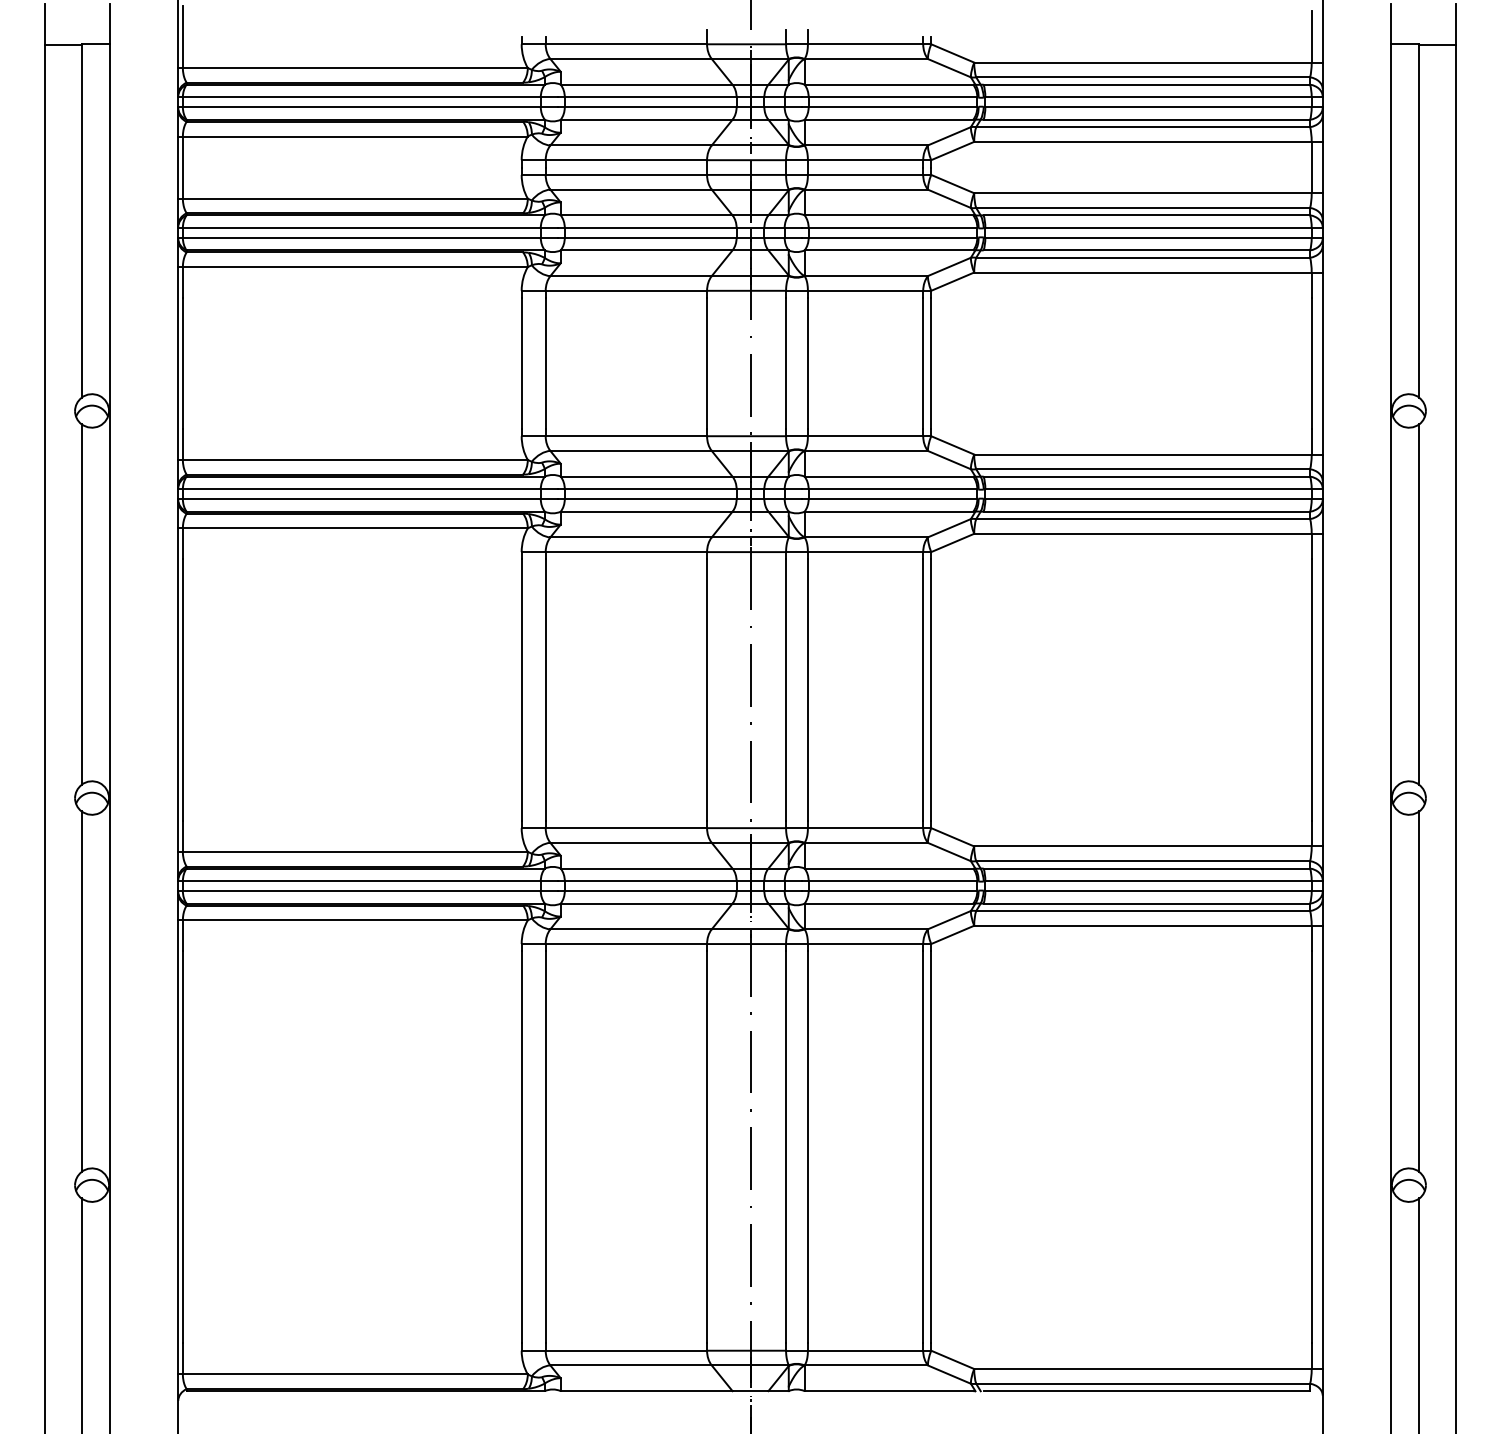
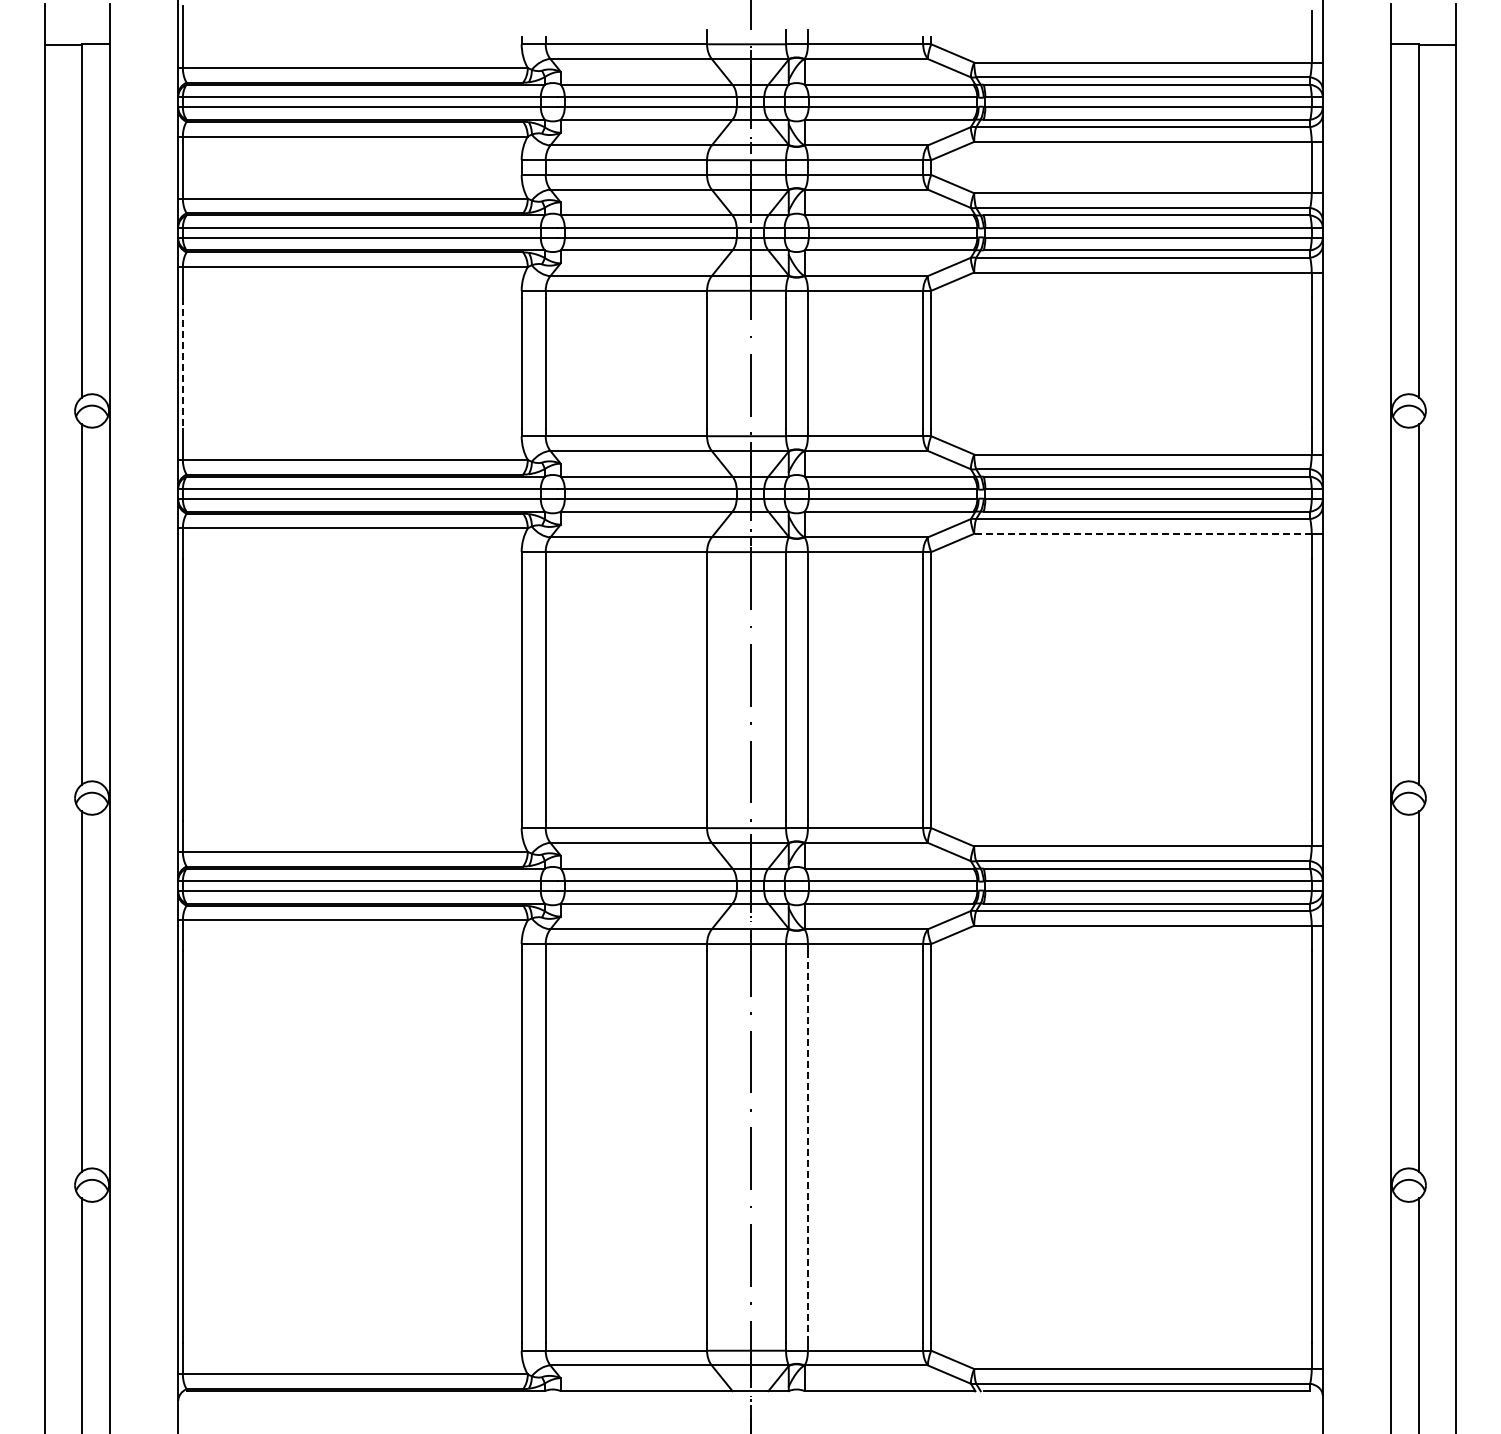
line at (182, 364): solid -> dashed
line at (1142, 533): solid -> dashed
line at (807, 1147): solid -> dashed
